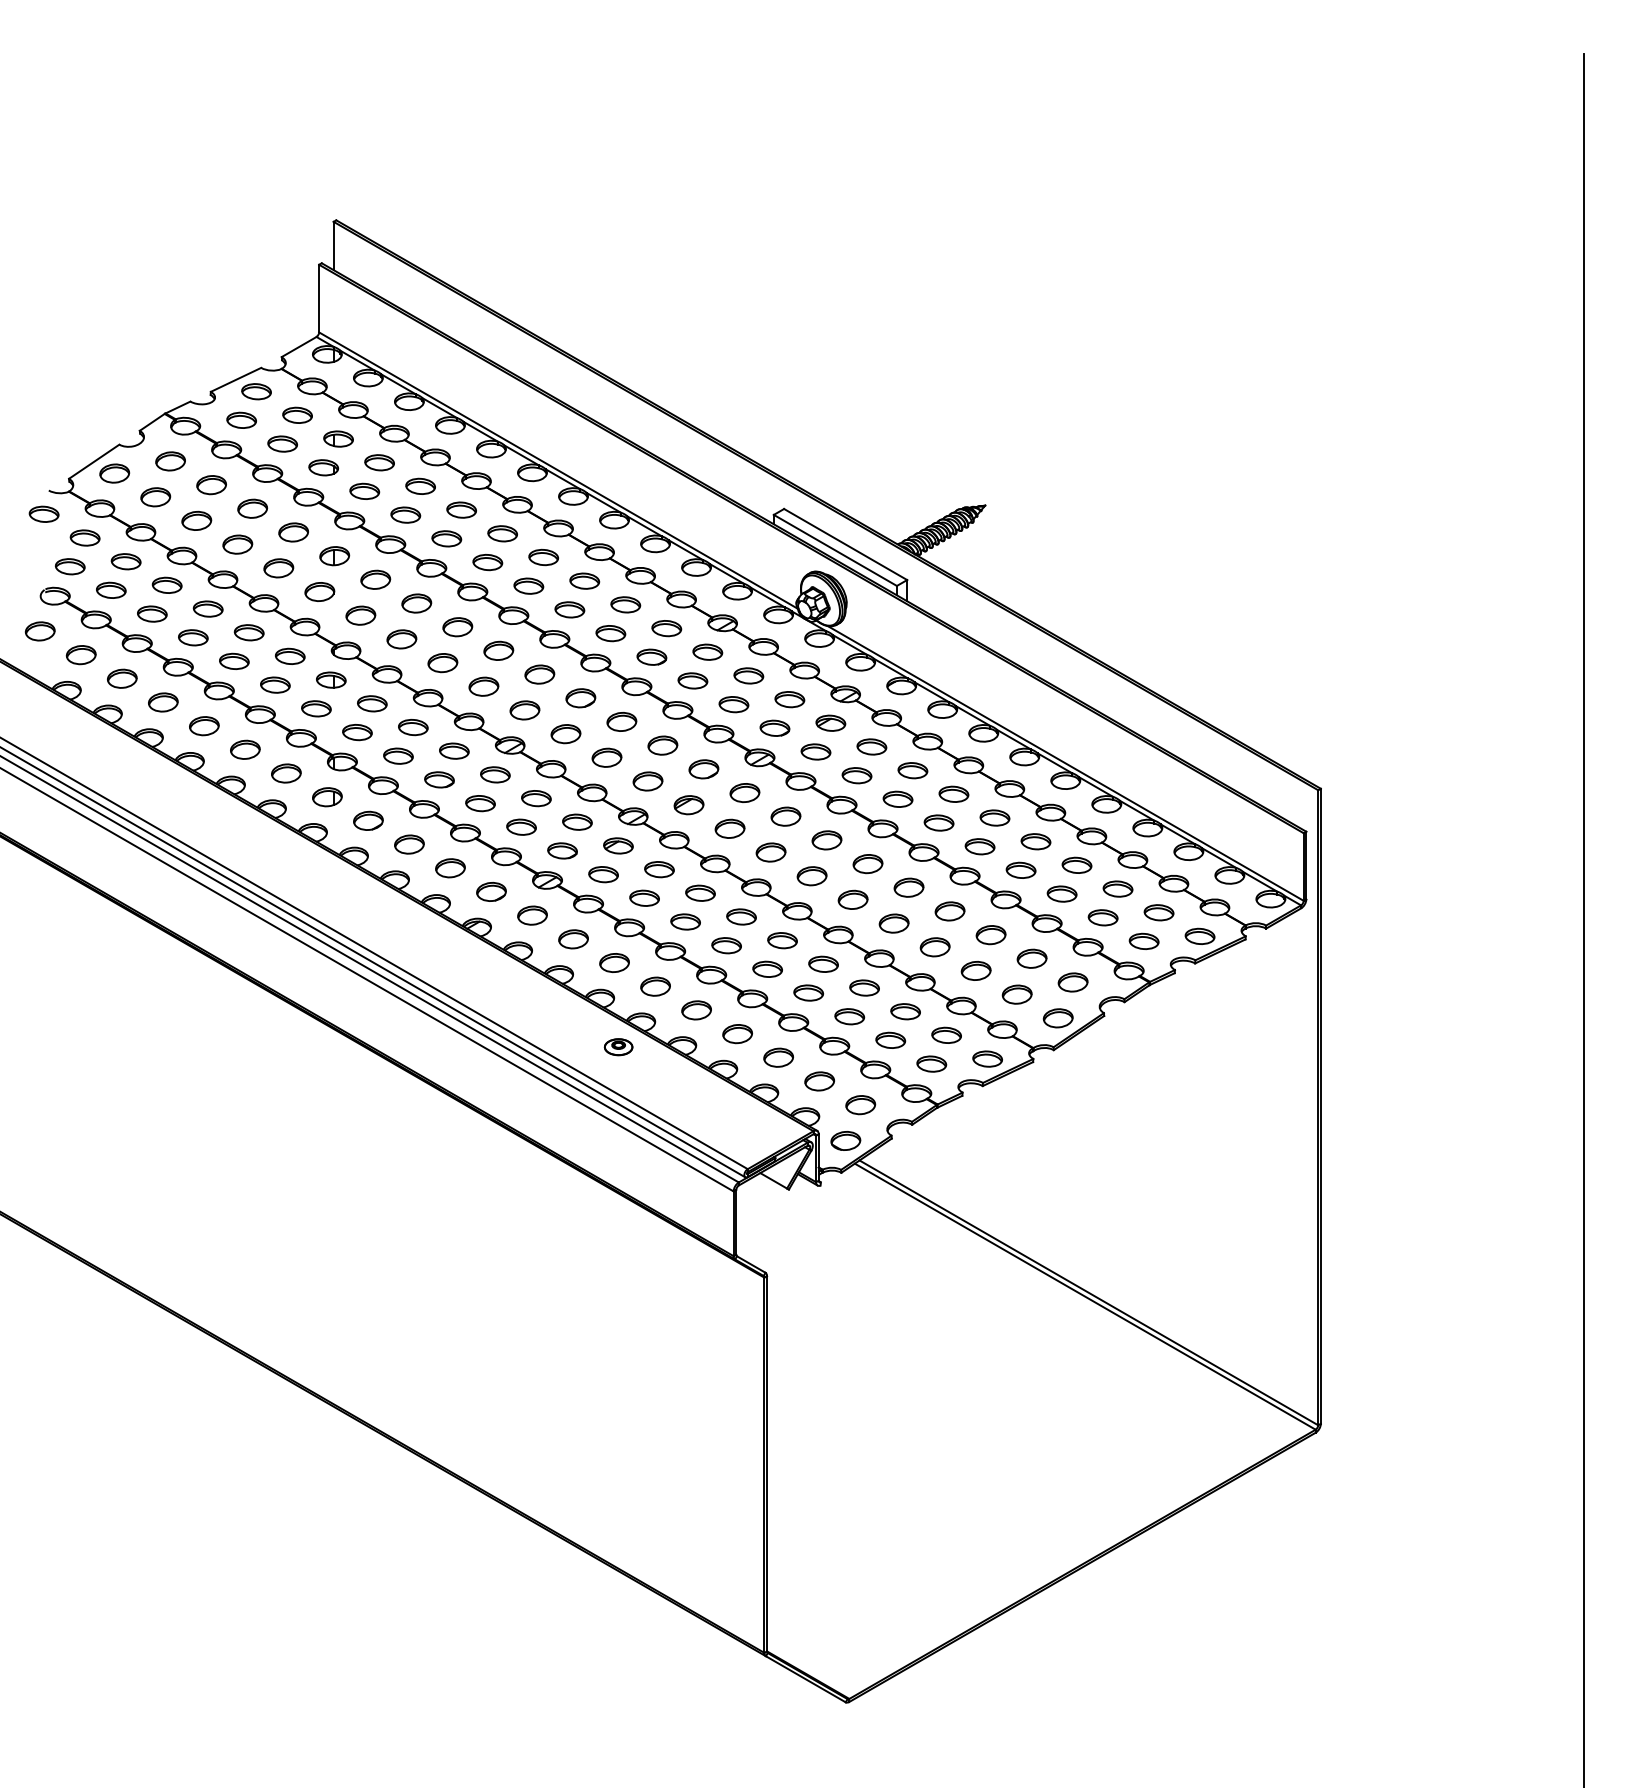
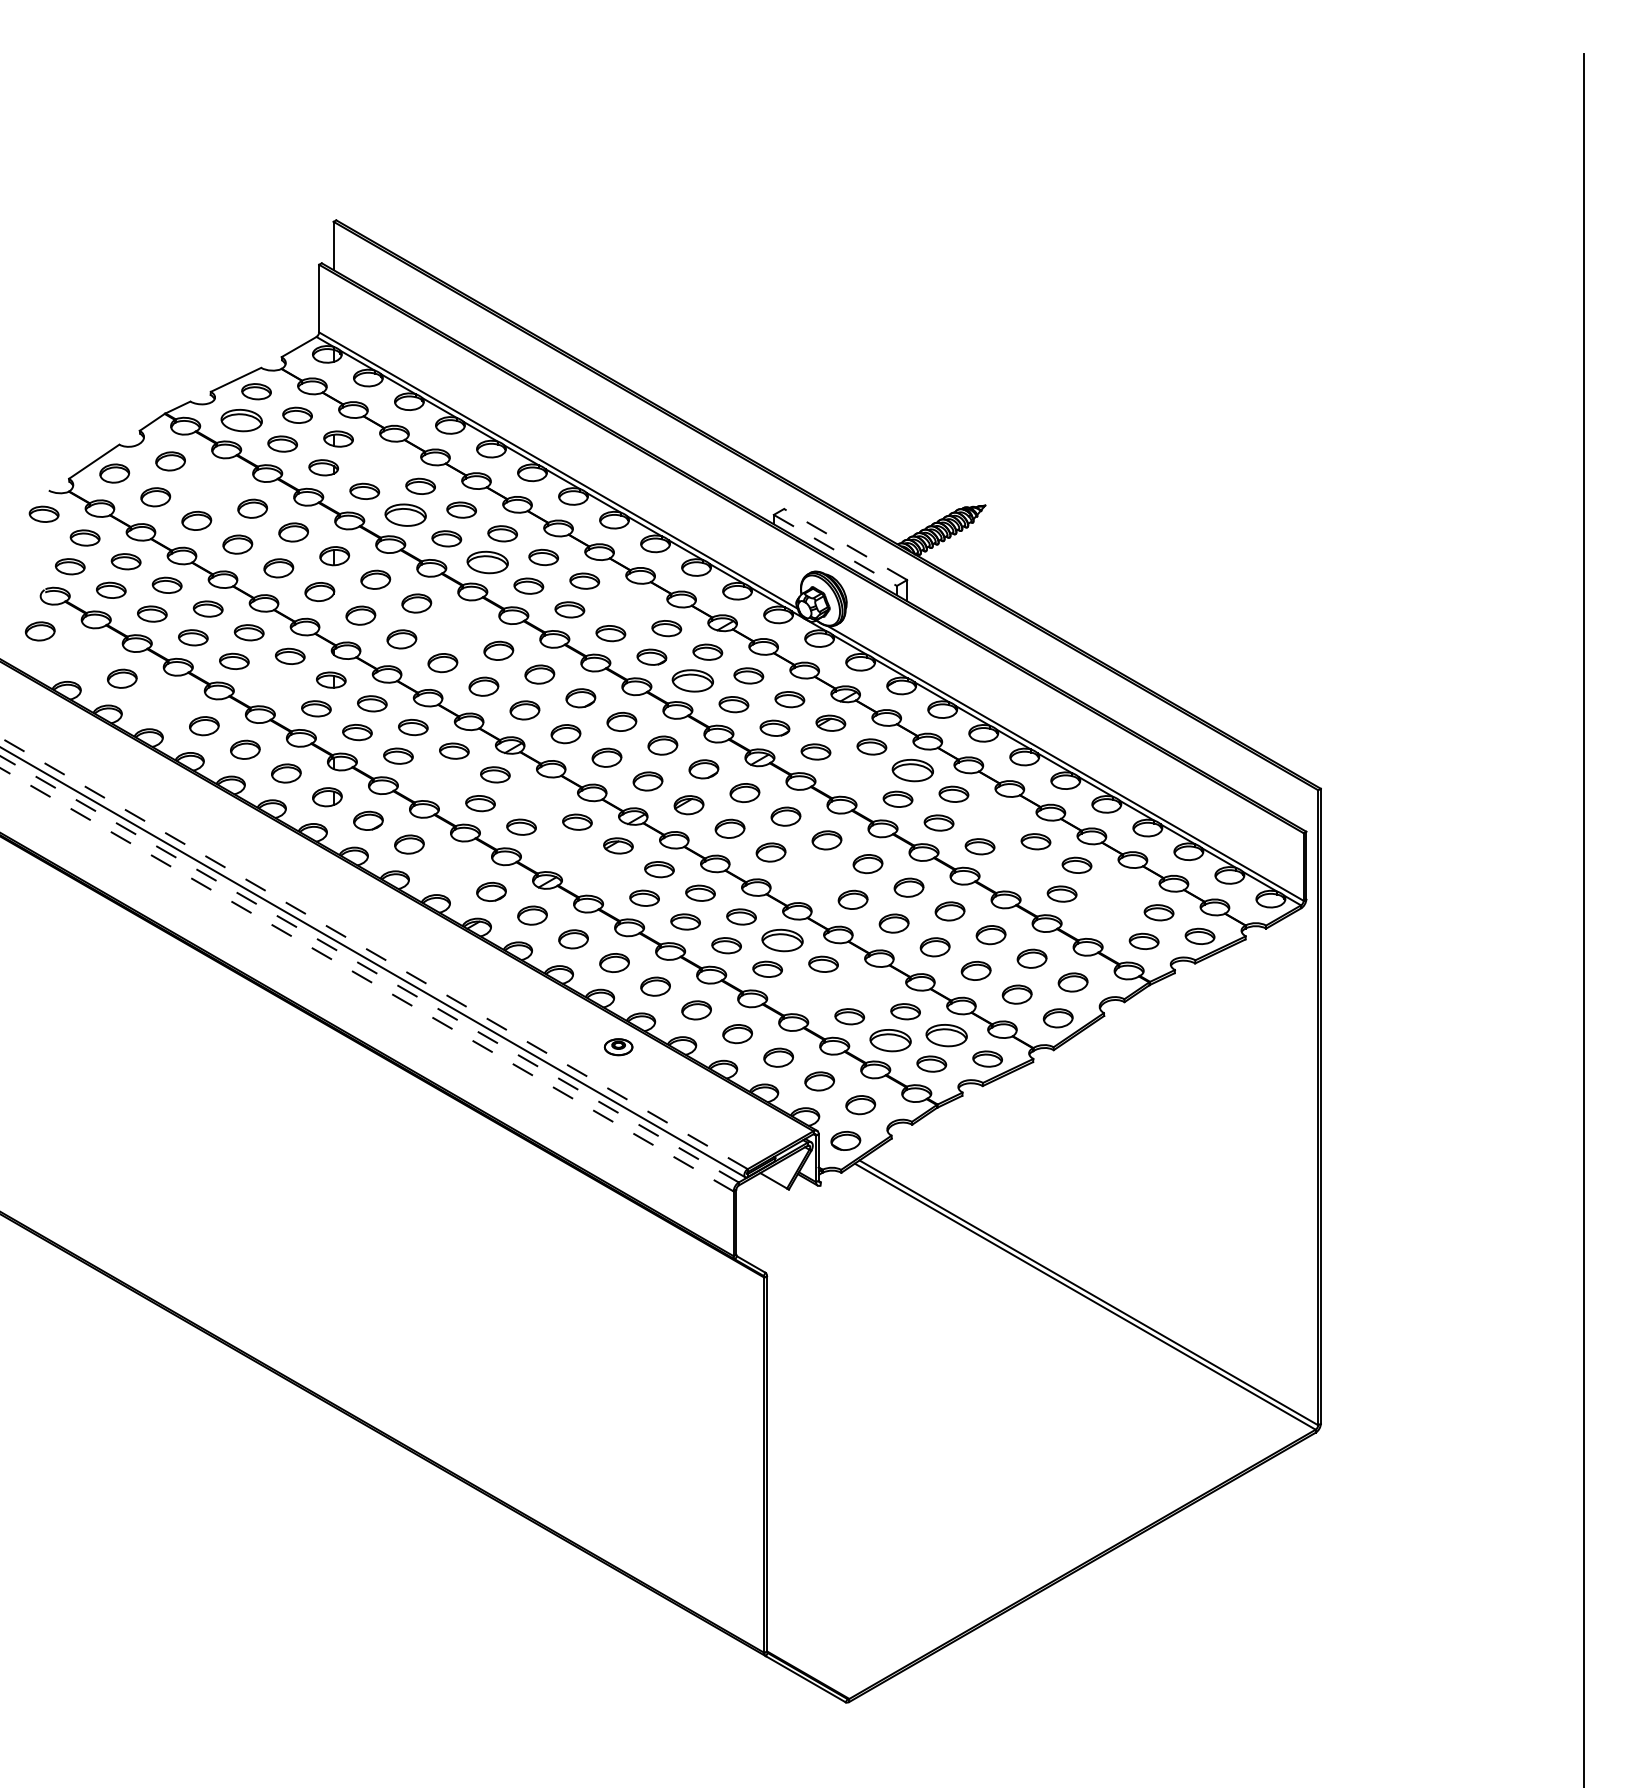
part at (241, 419) size: 31x18 px -> 43x24 px
part at (379, 462): present -> none
part at (211, 485): present -> none
part at (405, 514) size: 32x18 px -> 43x24 px
line at (845, 544): solid -> dashed
line at (835, 550): solid -> dashed
part at (487, 562) size: 32x19 px -> 43x25 px
part at (625, 604): present -> none
part at (457, 627): present -> none
part at (80, 655): present -> none
part at (692, 680) size: 32x18 px -> 43x24 px
part at (275, 684): present -> none
part at (163, 702): present -> none
part at (912, 770) size: 32x18 px -> 43x25 px
part at (856, 775): present -> none
part at (439, 779): present -> none
part at (536, 798): present -> none
part at (994, 817): present -> none
part at (562, 850): present -> none
part at (450, 868): present -> none
part at (1020, 869): present -> none
part at (603, 874): present -> none
part at (811, 876): present -> none
part at (1117, 888): present -> none
part at (1102, 917): present -> none
part at (782, 940) size: 31x18 px -> 43x25 px
line at (374, 953): solid -> dashed
line at (369, 969): solid -> dashed
line at (367, 979): solid -> dashed
part at (864, 987): present -> none
part at (808, 992): present -> none
part at (946, 1034) size: 31x18 px -> 43x24 px
part at (890, 1039) size: 32x18 px -> 43x24 px
